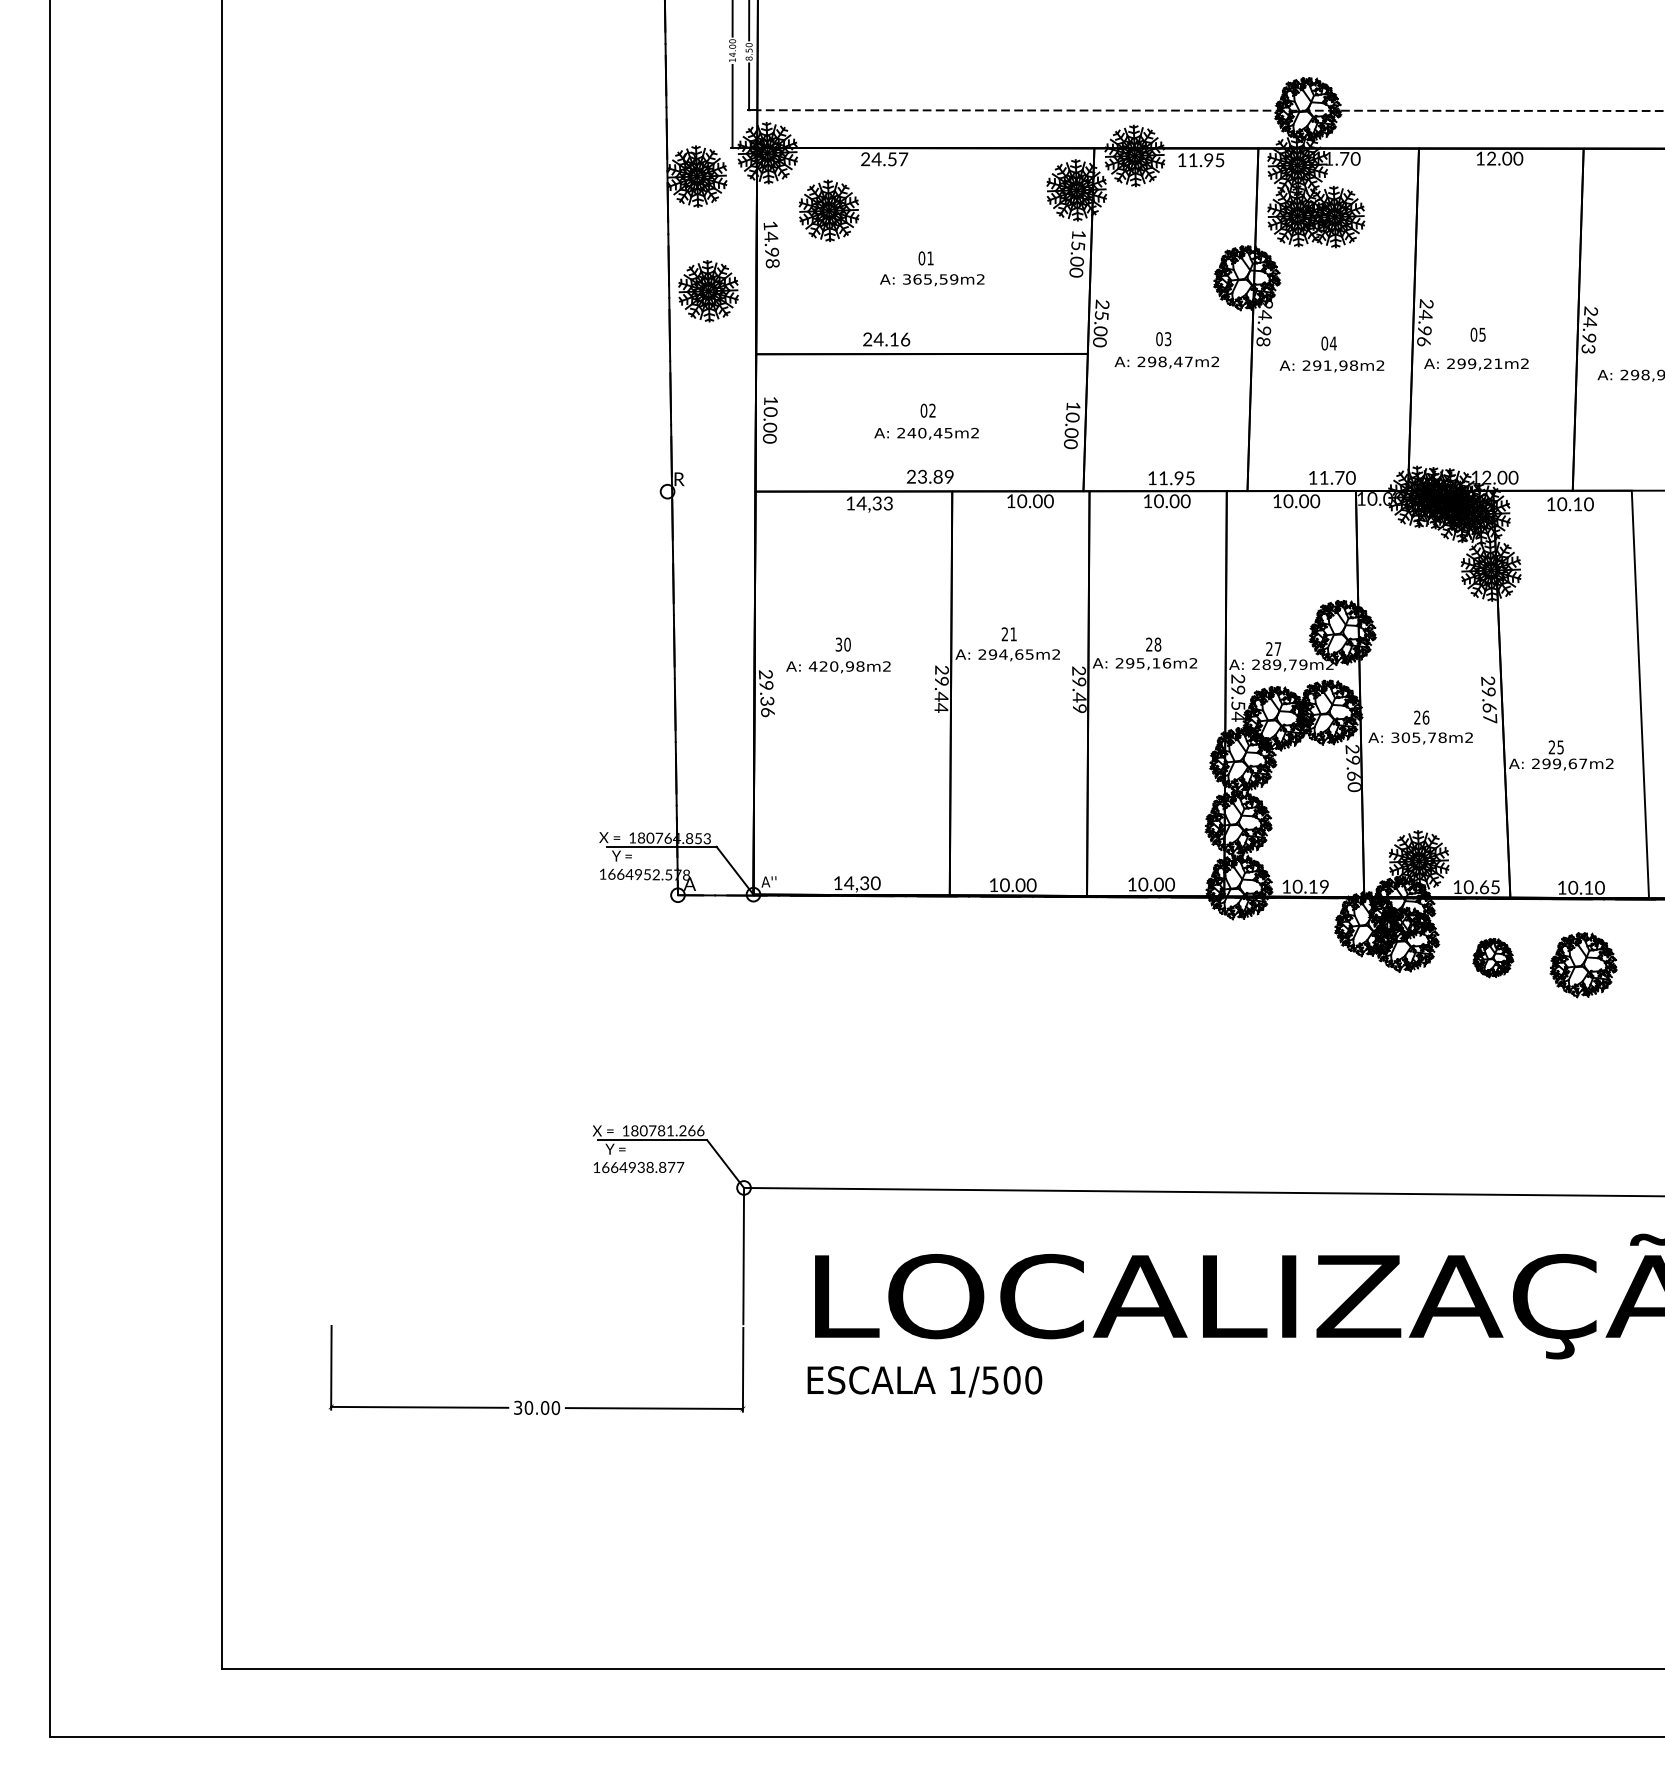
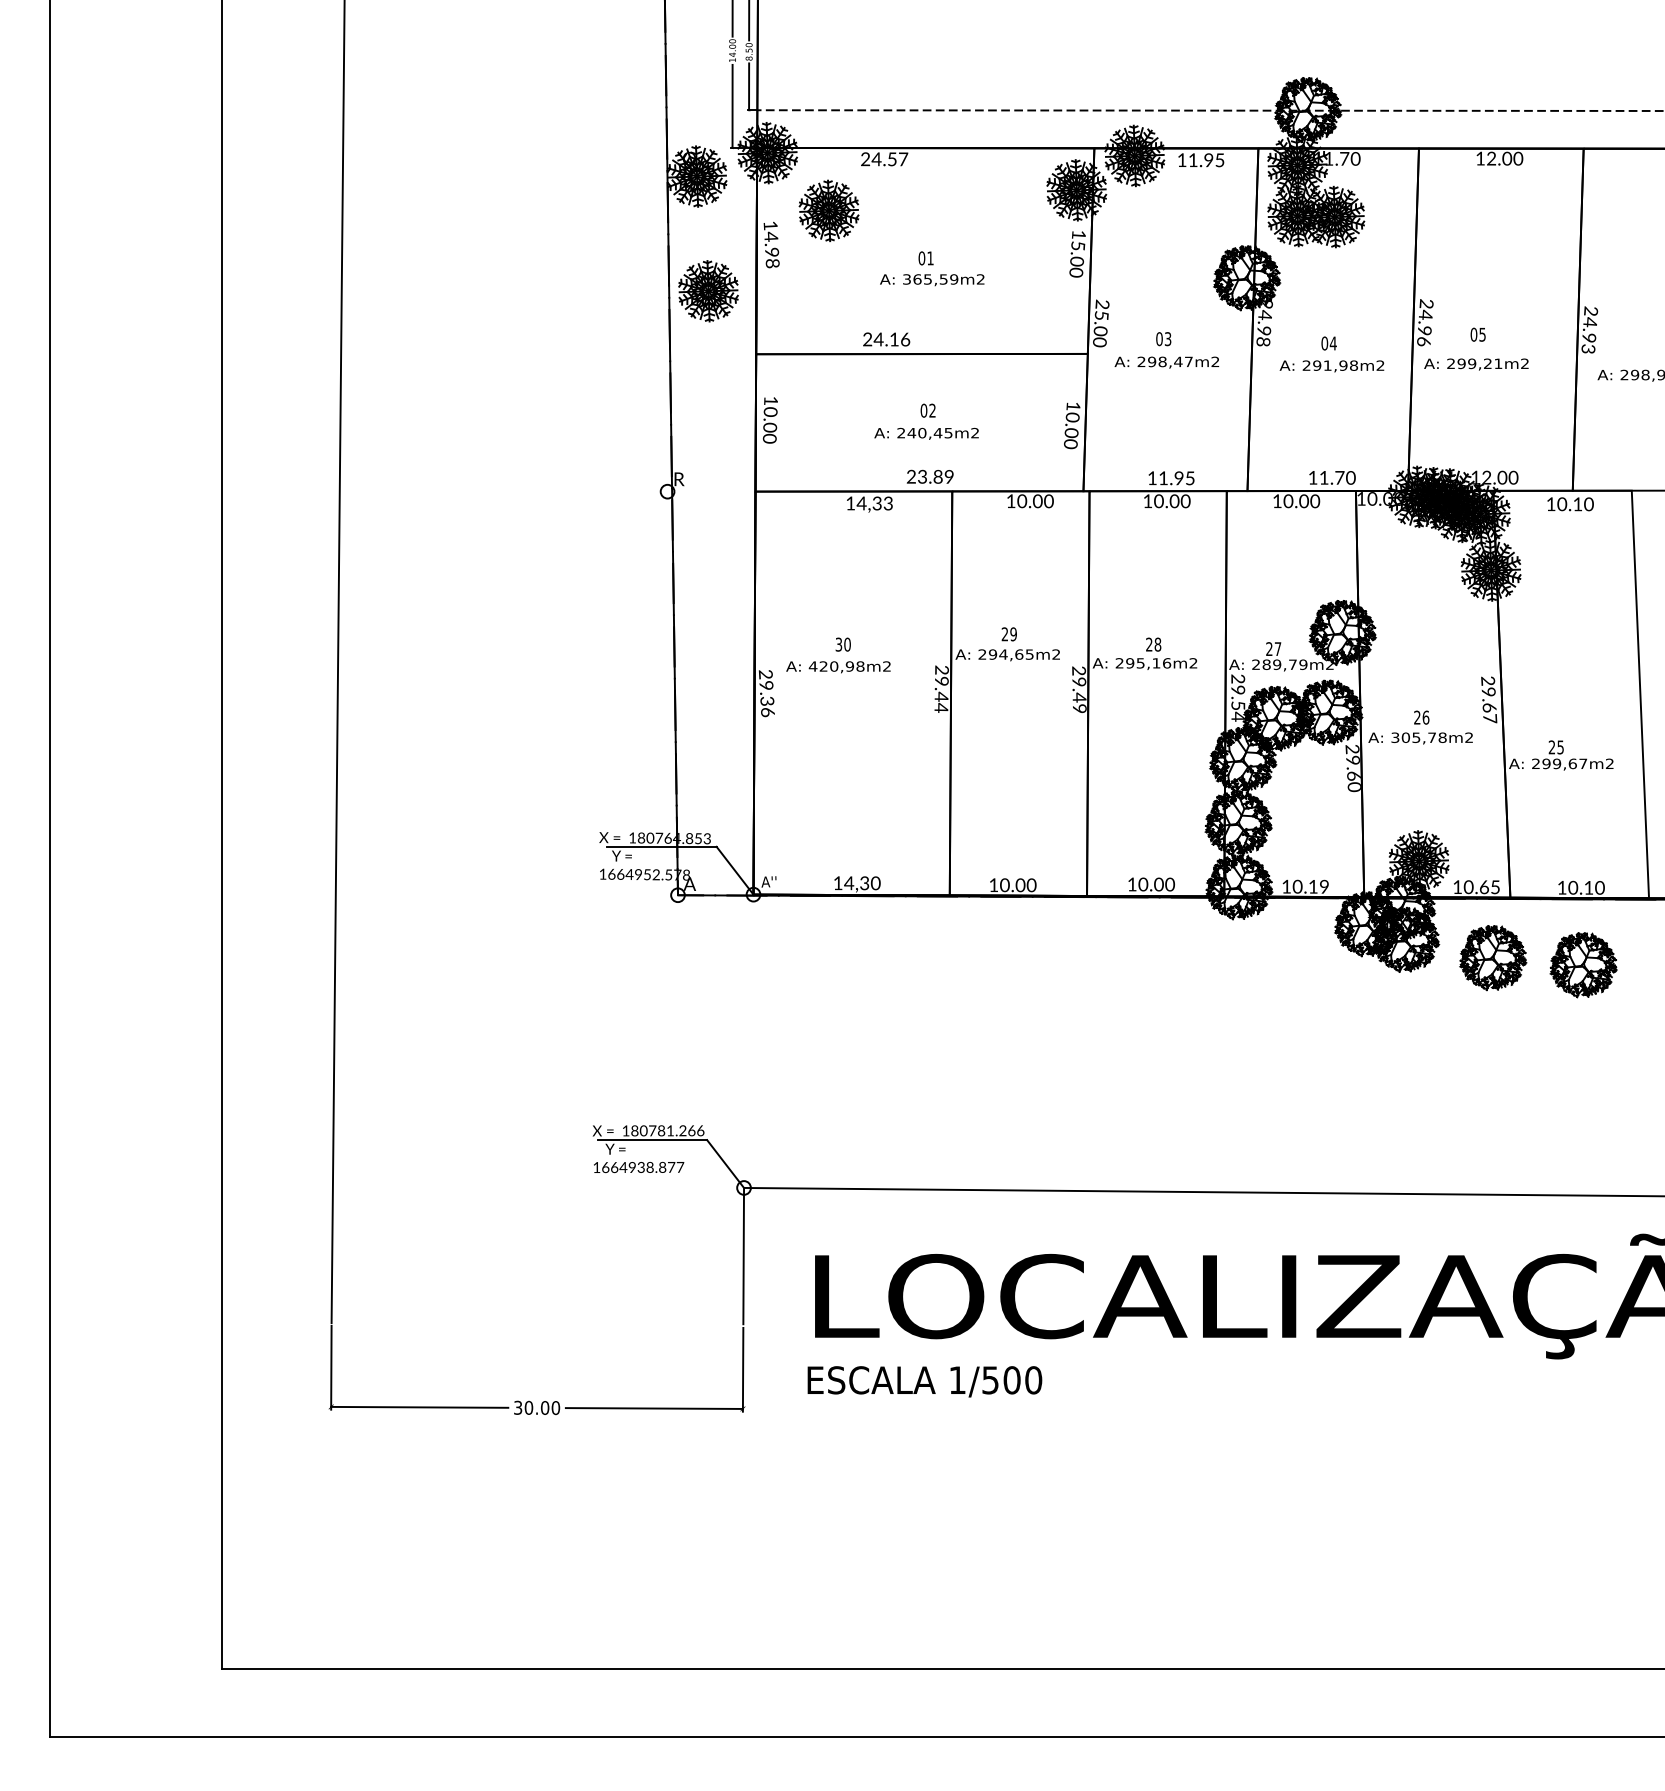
text at (1013, 634): 21 -> 29
line at (337, 662): none -> present
part at (1493, 958) size: 43x41 px -> 69x67 px
